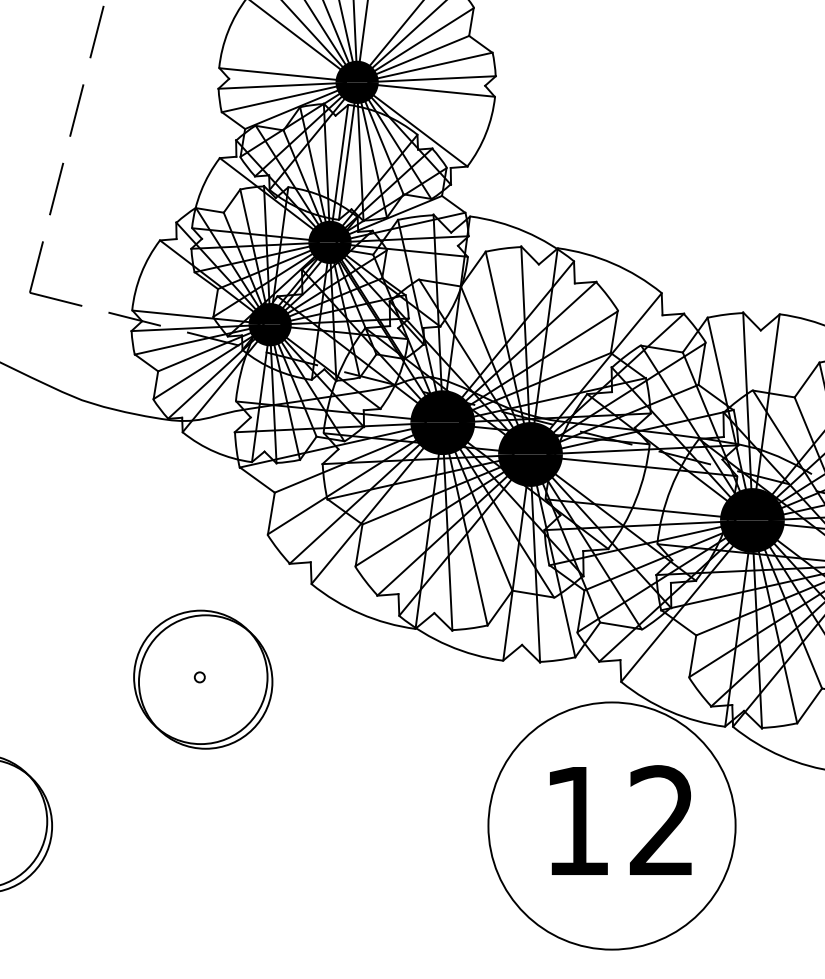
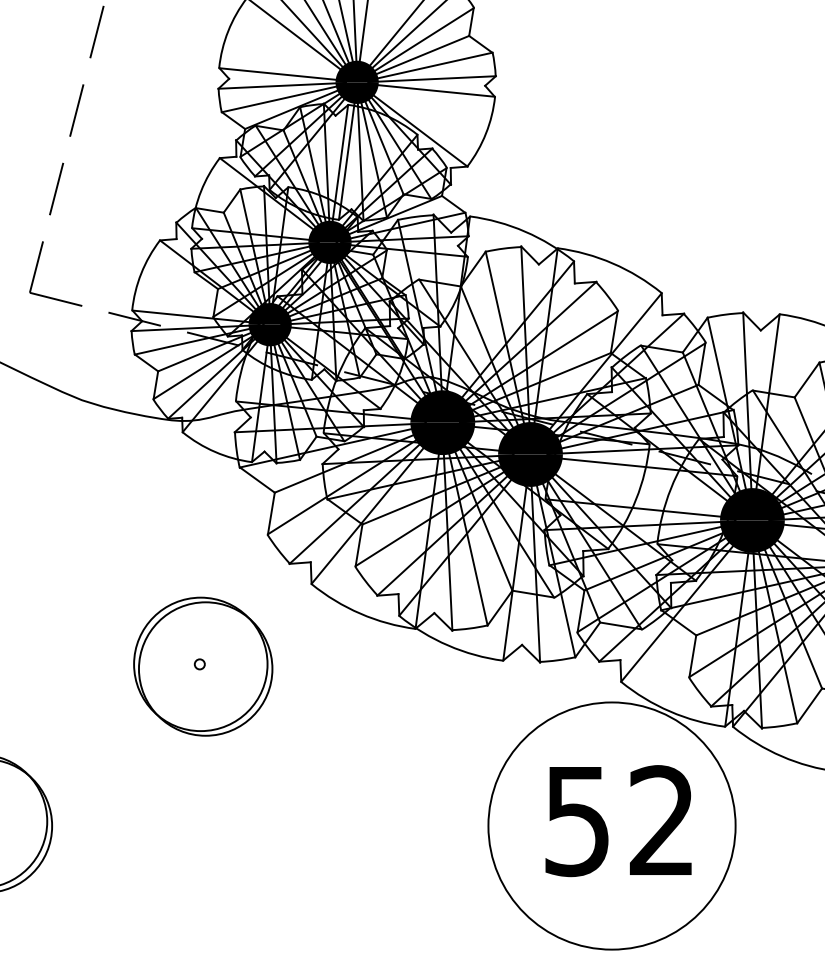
part at (203, 679) position: (203, 679) -> (203, 666)
text at (576, 822): 12 -> 52
